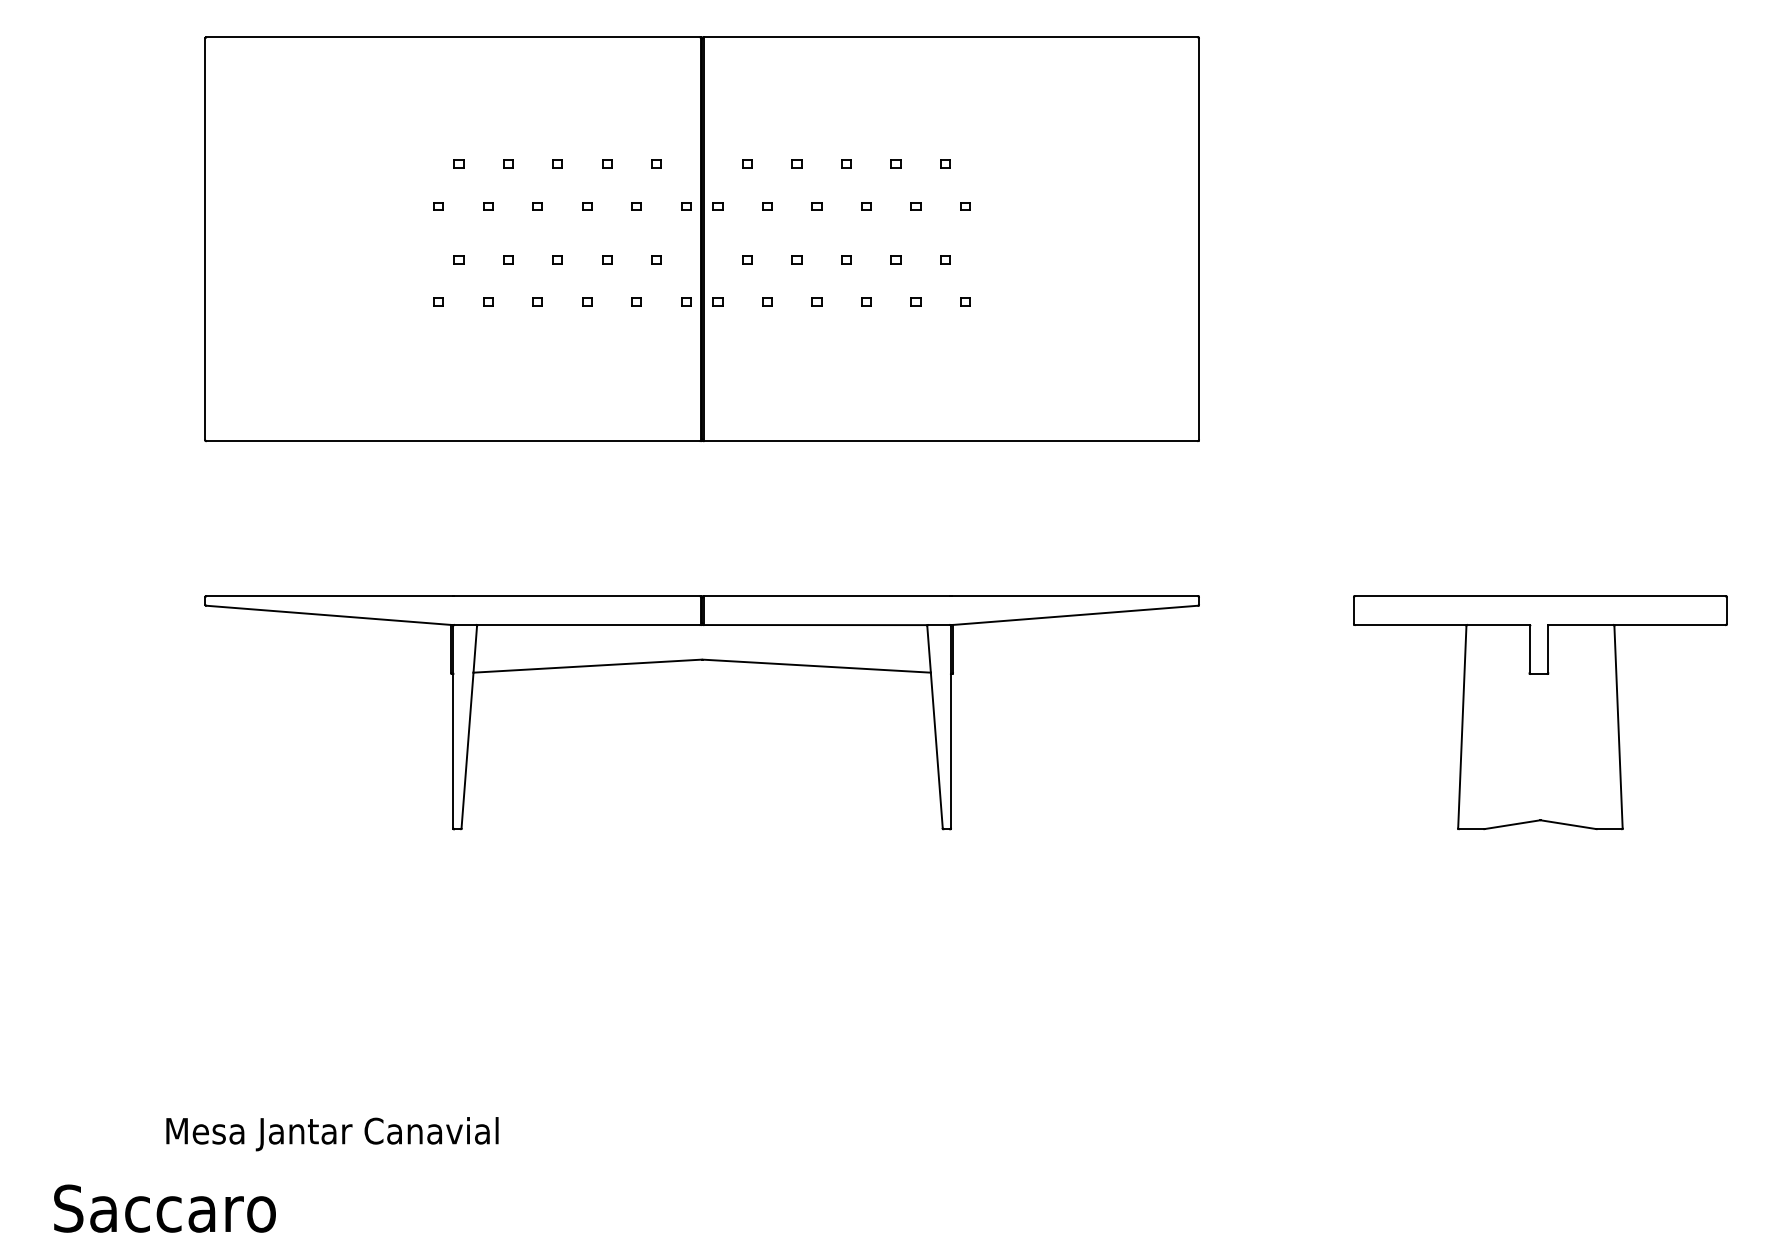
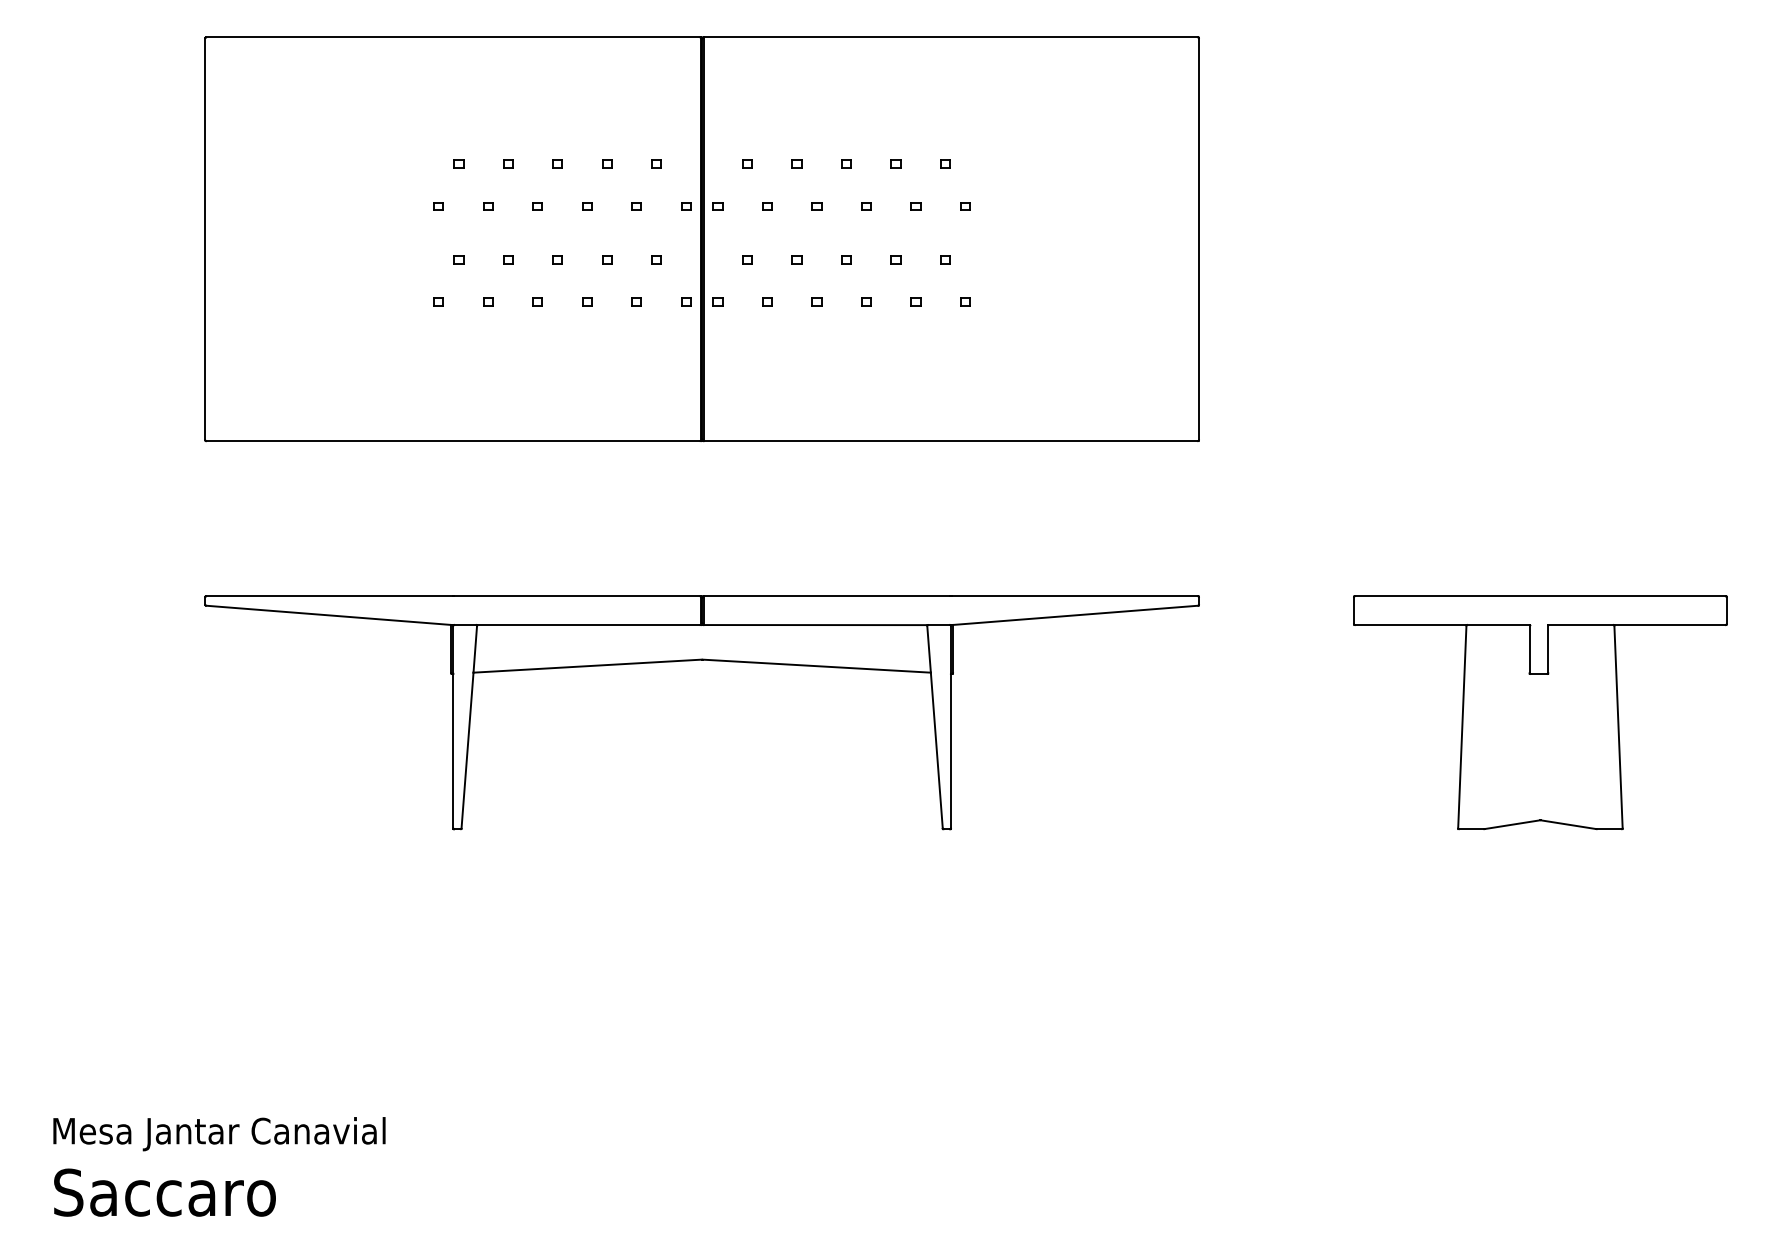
text at (332, 1134) position: (332, 1134) -> (219, 1134)
text at (164, 1208) position: (164, 1208) -> (164, 1192)
